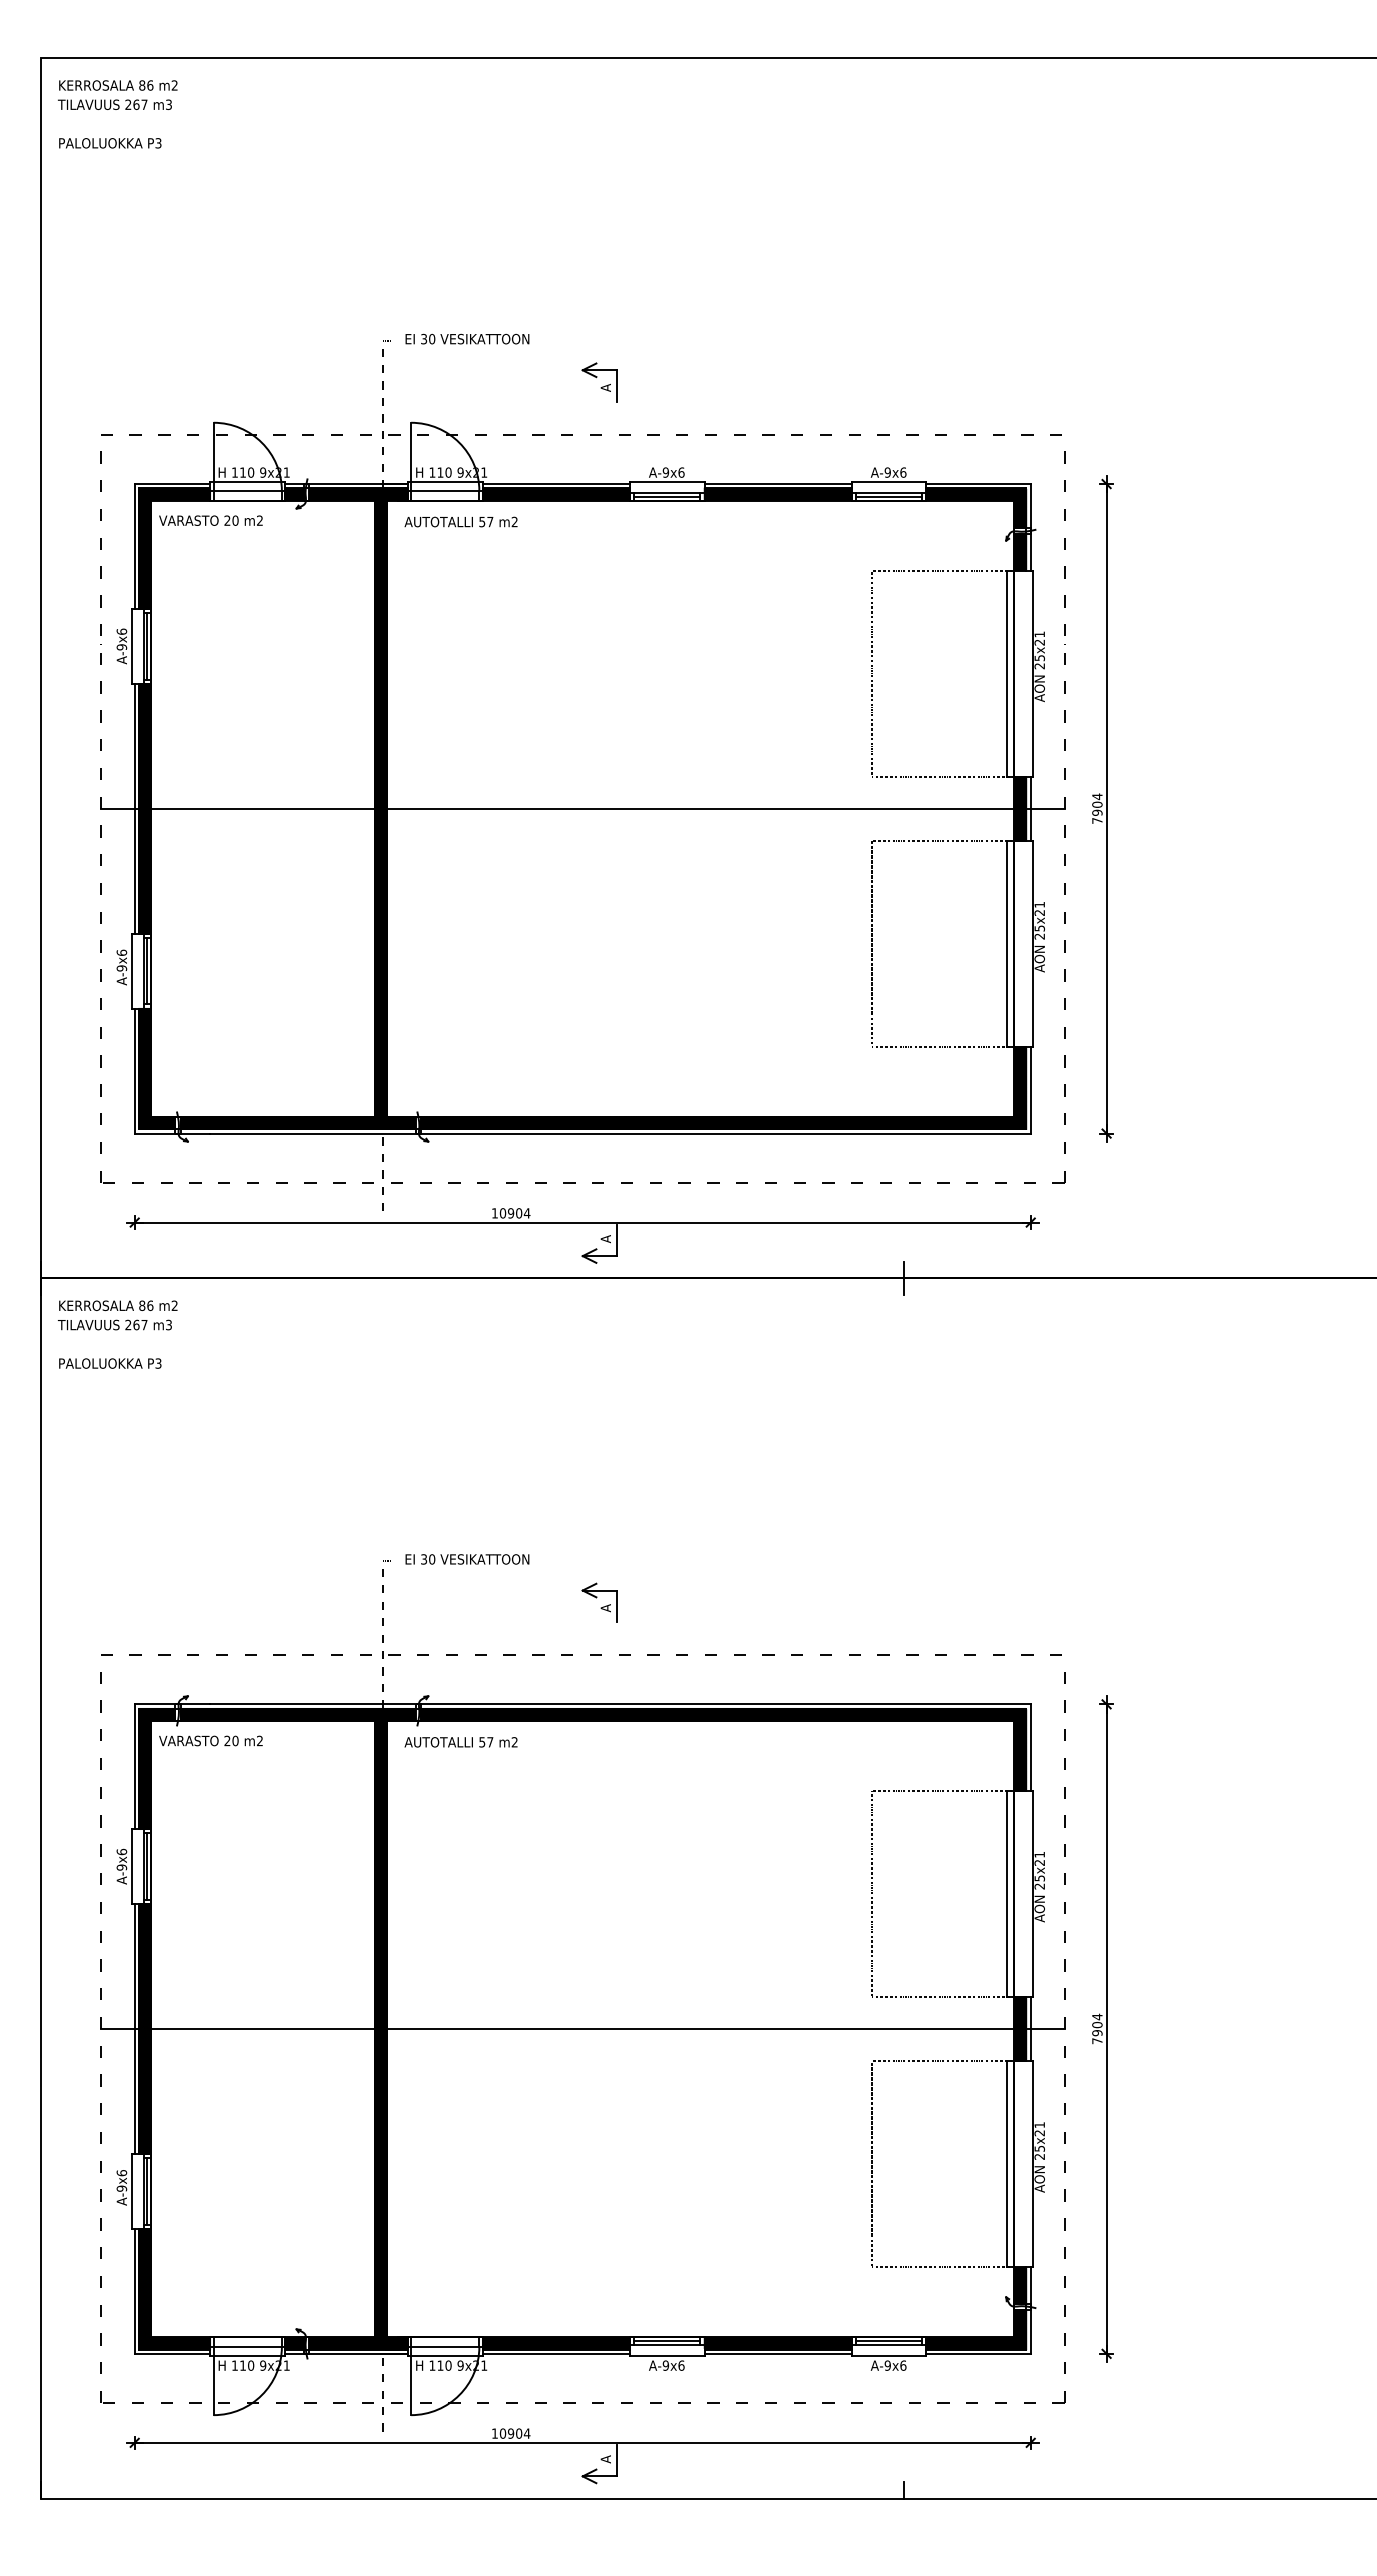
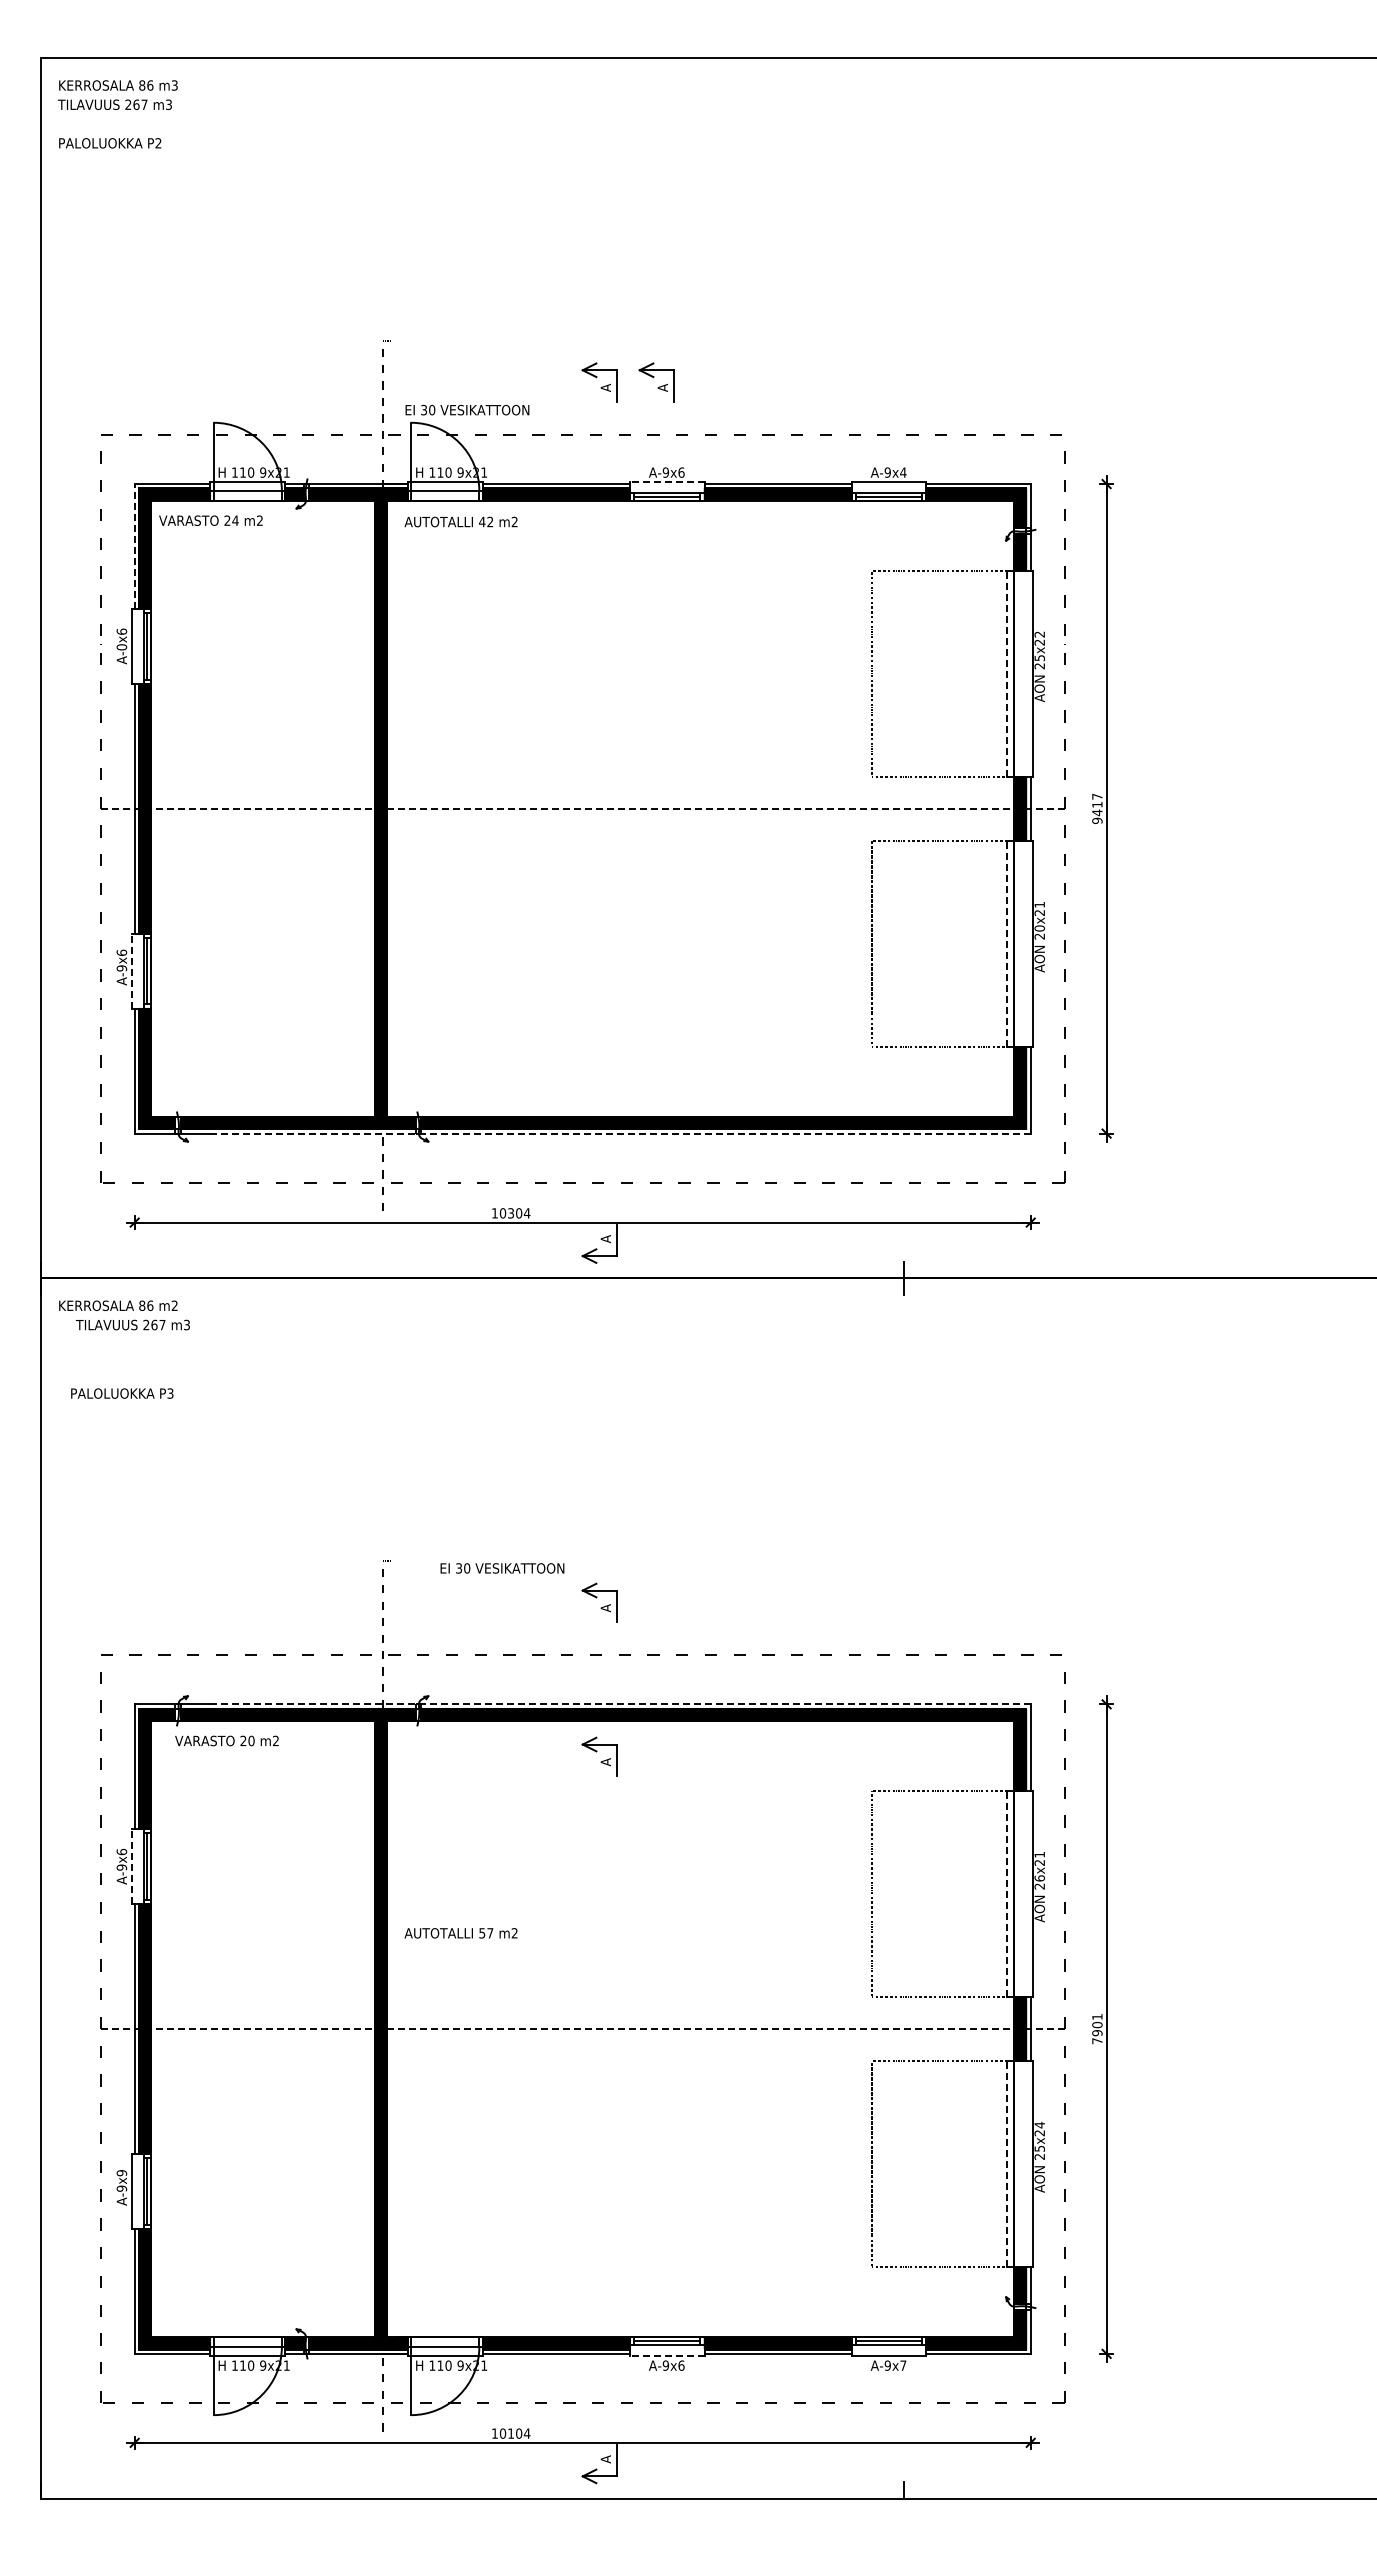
text at (174, 85): m2 -> m3
text at (158, 143): P3 -> P2
text at (467, 338) position: (467, 338) -> (467, 409)
part at (656, 382): none -> present
text at (903, 472): A-9x6 -> A-9x4
line at (666, 481): solid -> dashed
text at (235, 520): 20 -> 24
text at (486, 521): 57 -> 42
line at (134, 546): solid -> dashed
text at (1039, 634): 25x21 -> 25x22
text at (122, 647): A-9x6 -> A-0x6
line at (1006, 673): solid -> dashed
line at (583, 808): solid -> dashed
text at (1097, 808): 7904 -> 9417
text at (1039, 928): 25x21 -> 20x21
line at (1006, 943): solid -> dashed
line at (132, 970): solid -> dashed
line at (620, 1133): solid -> dashed
text at (511, 1213): 10904 -> 10304
text at (114, 1324) position: (114, 1324) -> (132, 1324)
text at (110, 1363) position: (110, 1363) -> (122, 1393)
text at (467, 1559) position: (467, 1559) -> (502, 1568)
line at (620, 1704): solid -> dashed
text at (210, 1740) position: (210, 1740) -> (226, 1740)
text at (460, 1742) position: (460, 1742) -> (460, 1933)
part at (599, 1756): none -> present
line at (132, 1866): solid -> dashed
text at (1039, 1878): 25x21 -> 26x21
line at (1006, 1893): solid -> dashed
text at (1097, 2016): 7904 -> 7901
line at (583, 2029): solid -> dashed
text at (1039, 2124): 25x21 -> 25x24
line at (1006, 2163): solid -> dashed
text at (121, 2173): A-9x6 -> A-9x9
line at (666, 2356): solid -> dashed
text at (903, 2365): A-9x6 -> A-9x7
text at (511, 2433): 10904 -> 10104
